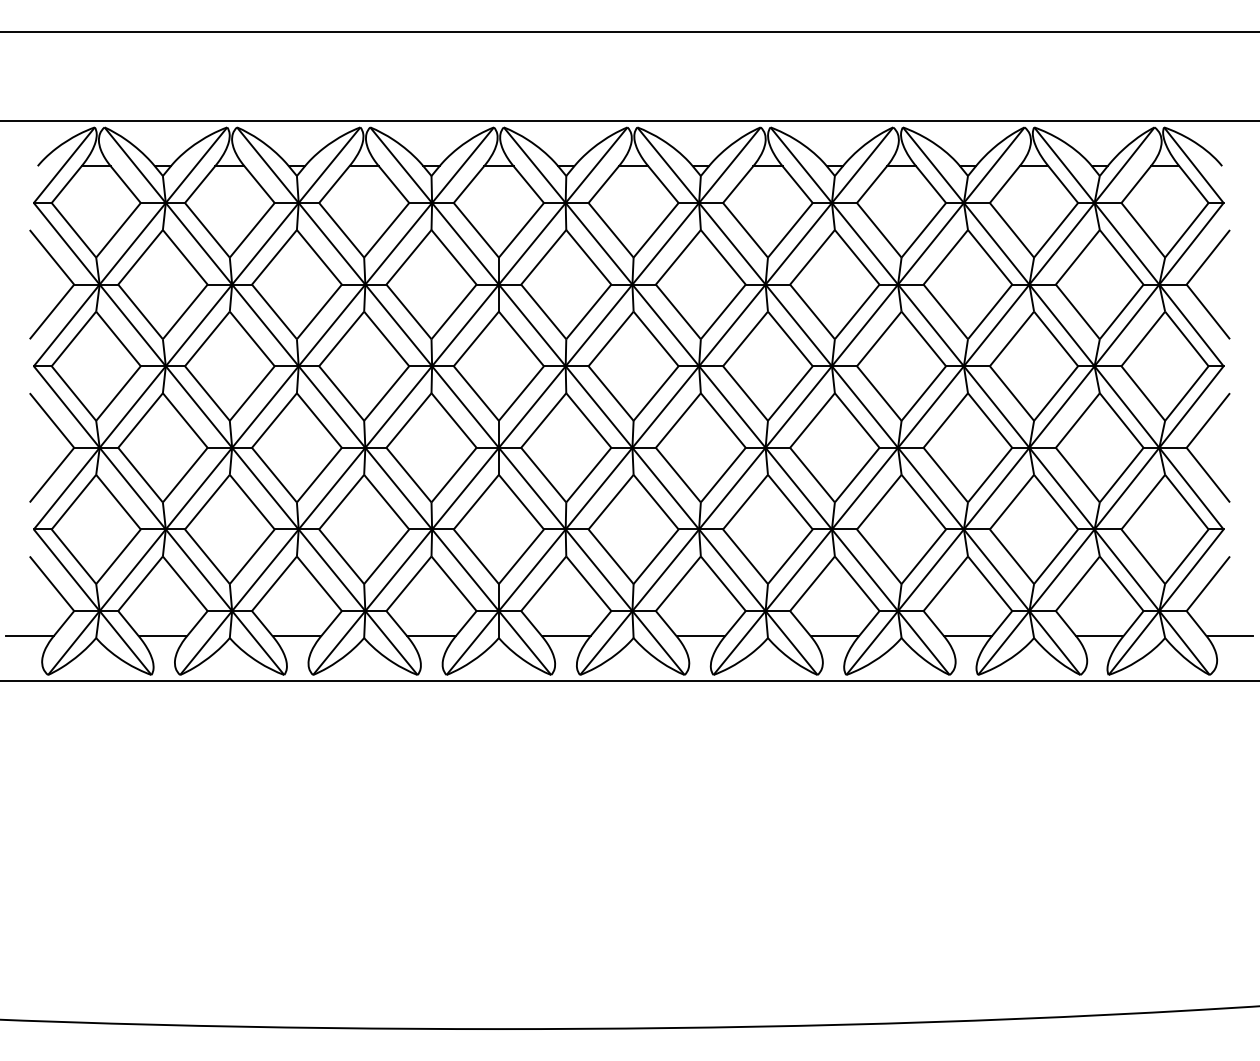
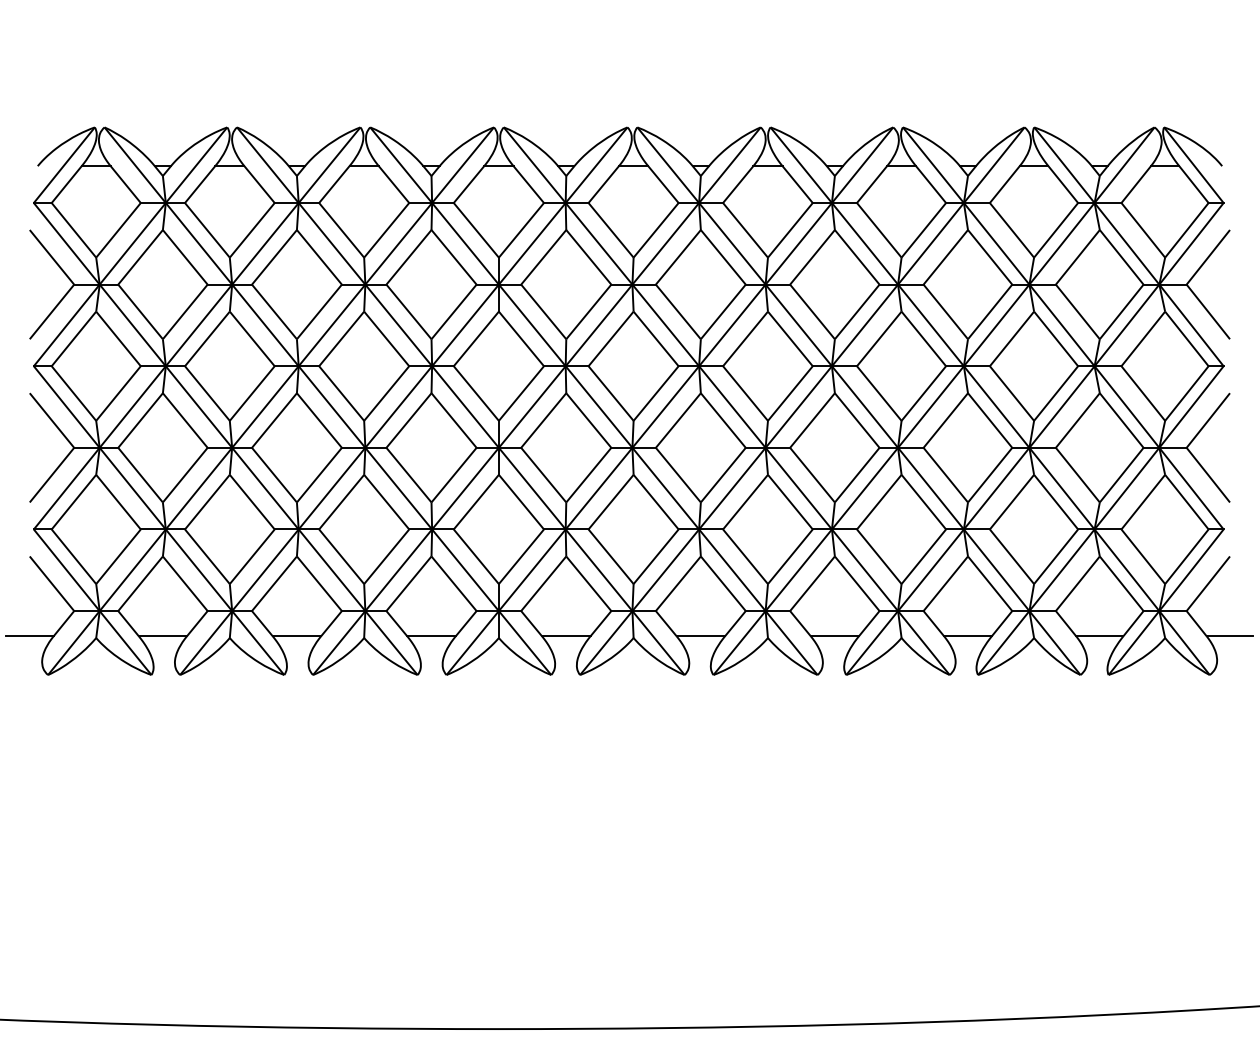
line at (629, 31): present -> none
line at (629, 121): present -> none
line at (629, 681): present -> none
